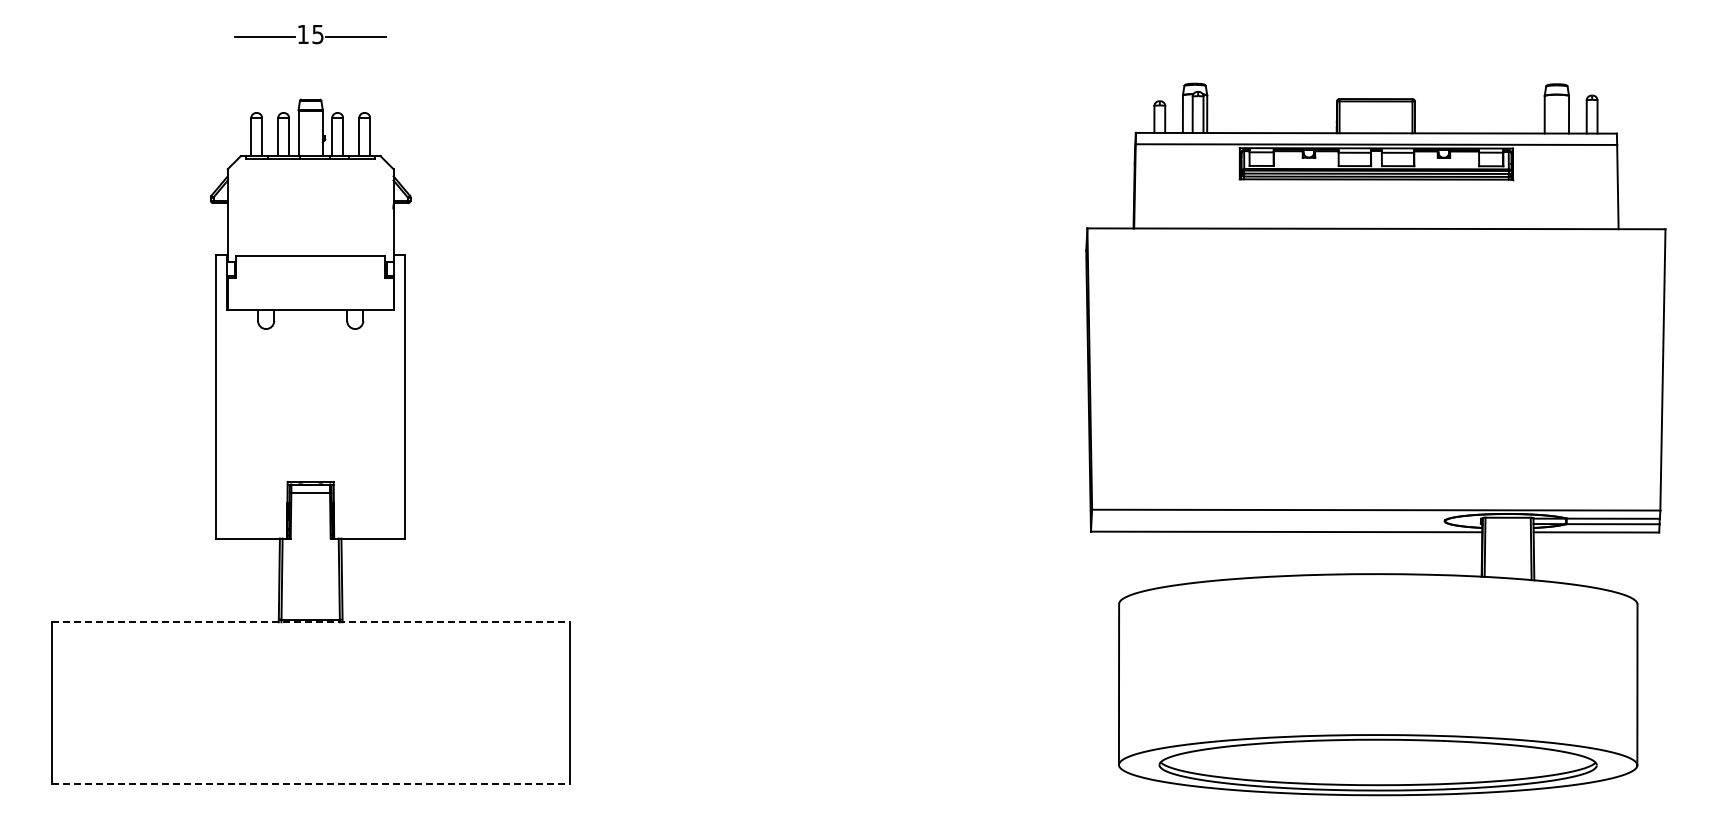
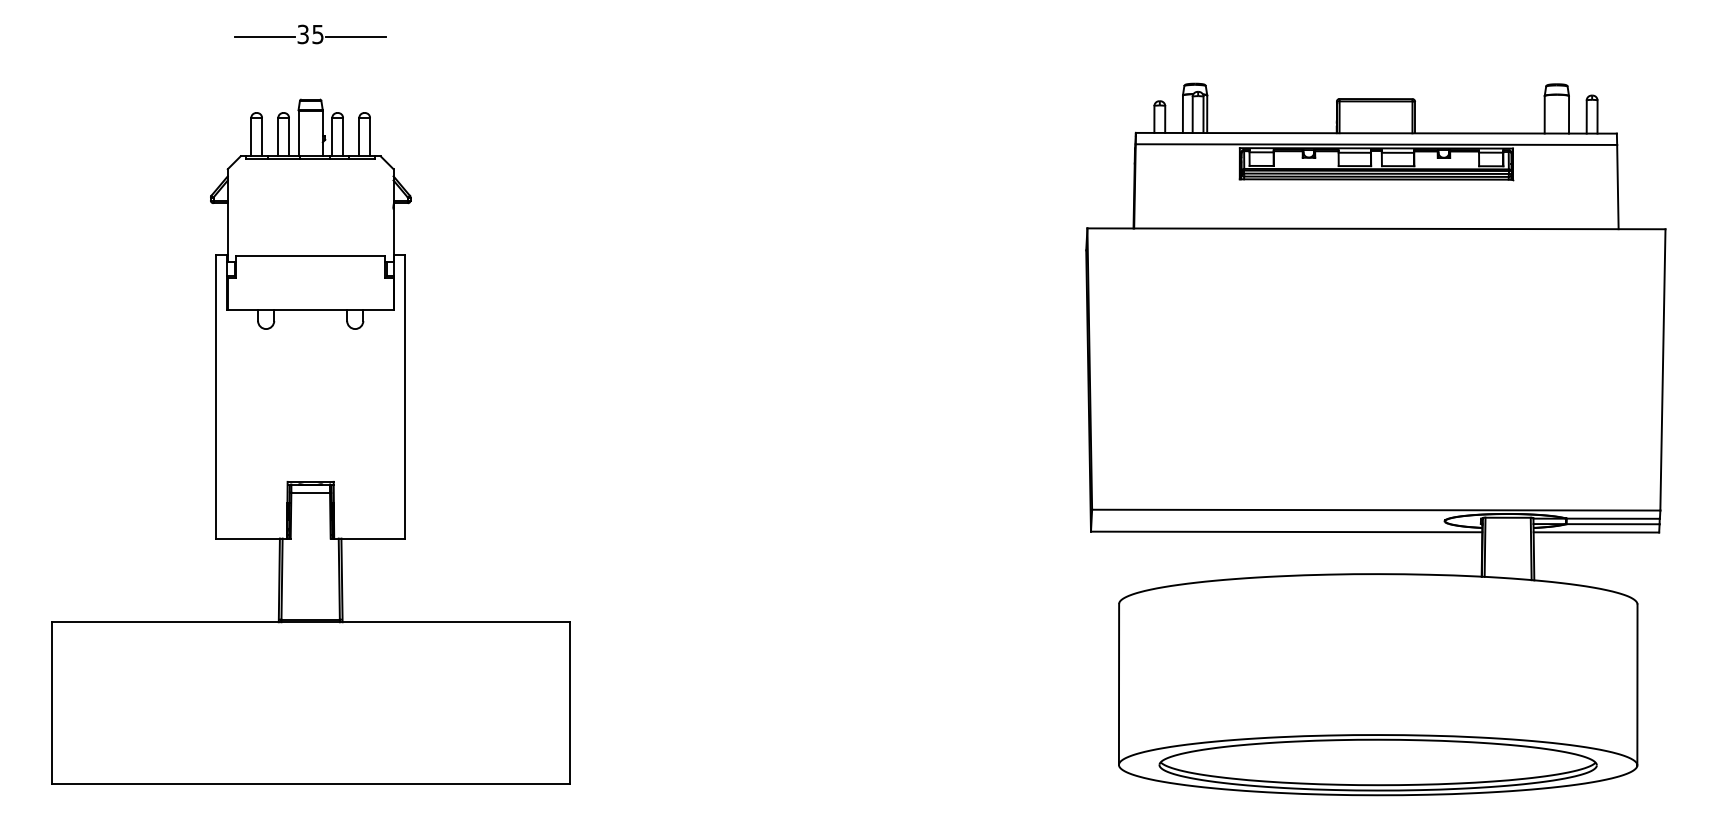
text at (302, 34): 15 -> 35
line at (311, 622): dashed -> solid
line at (311, 784): dashed -> solid
